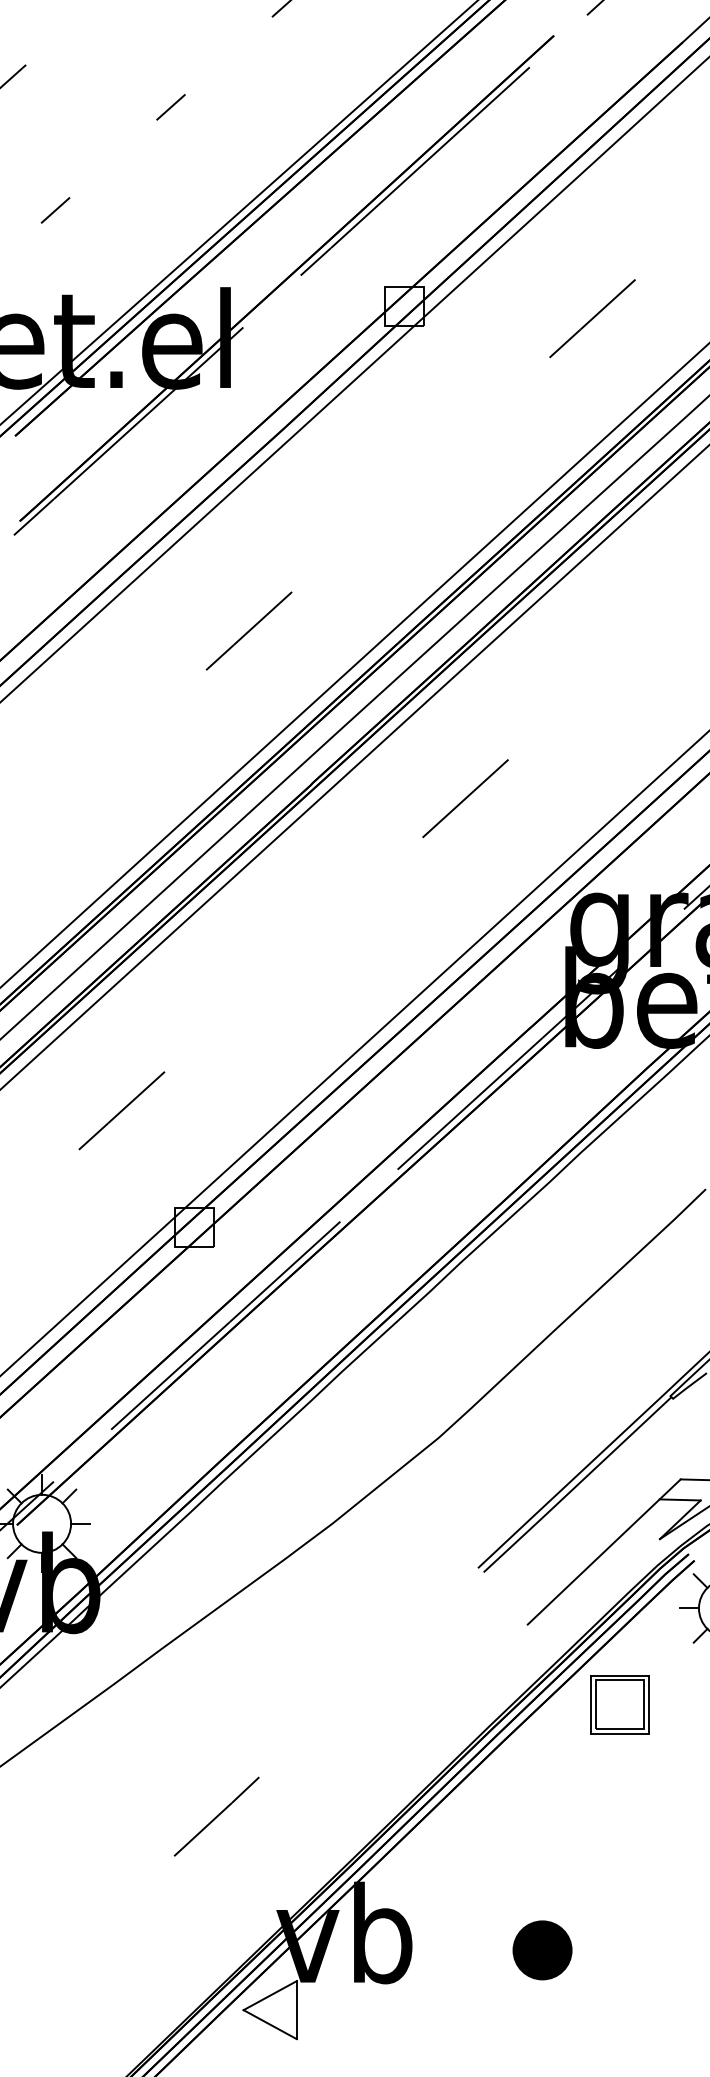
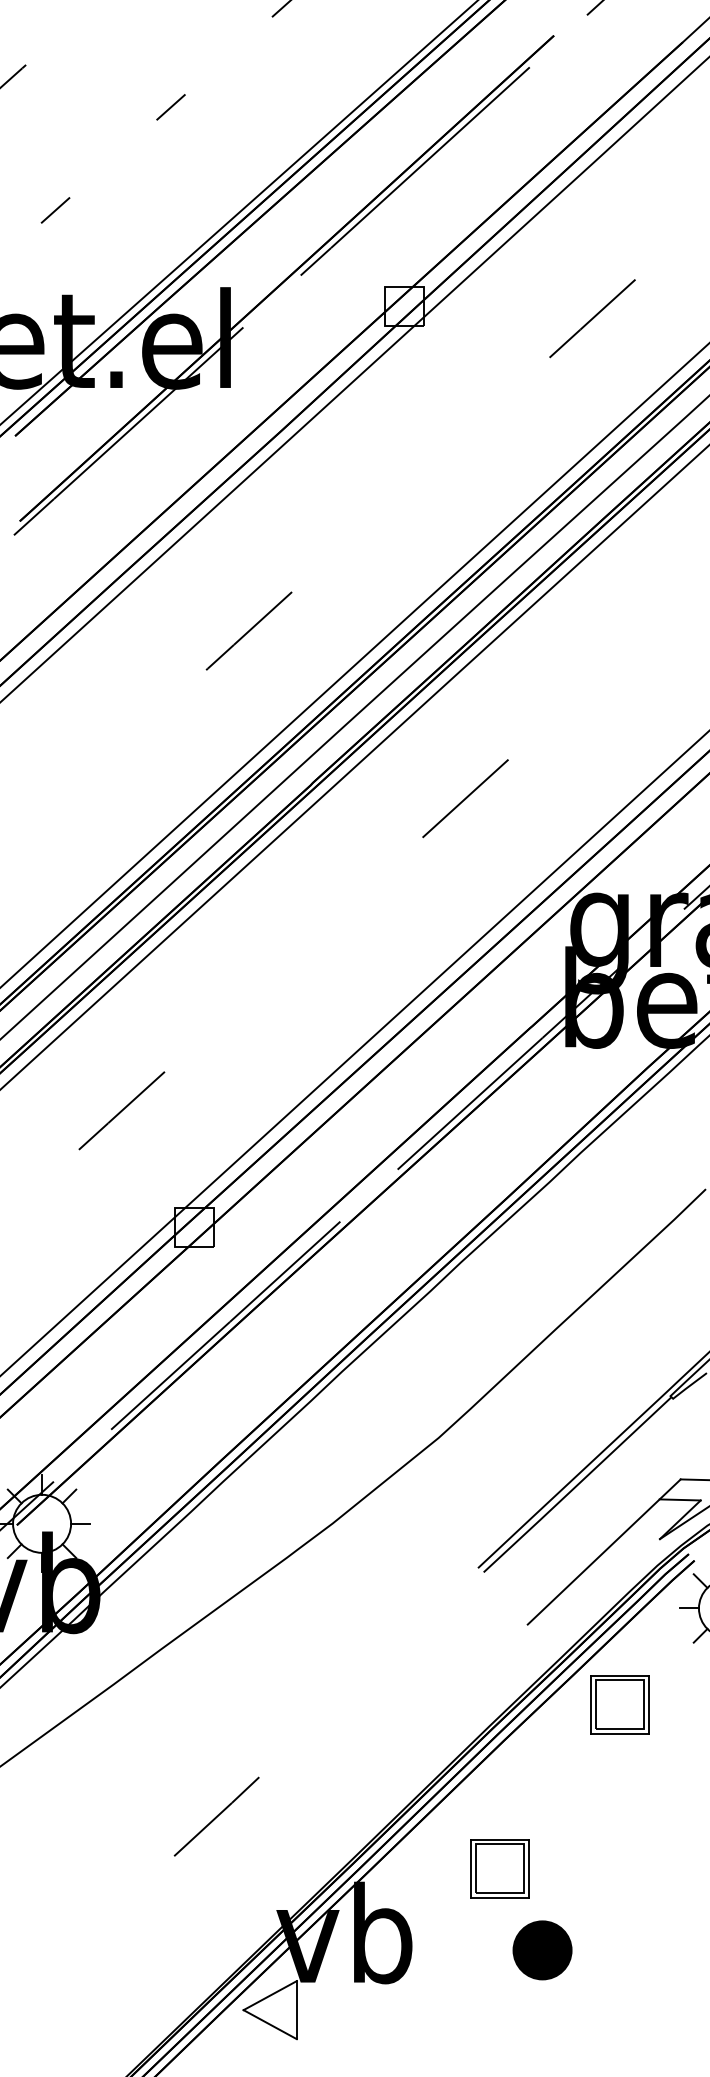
part at (499, 1868): none -> present
